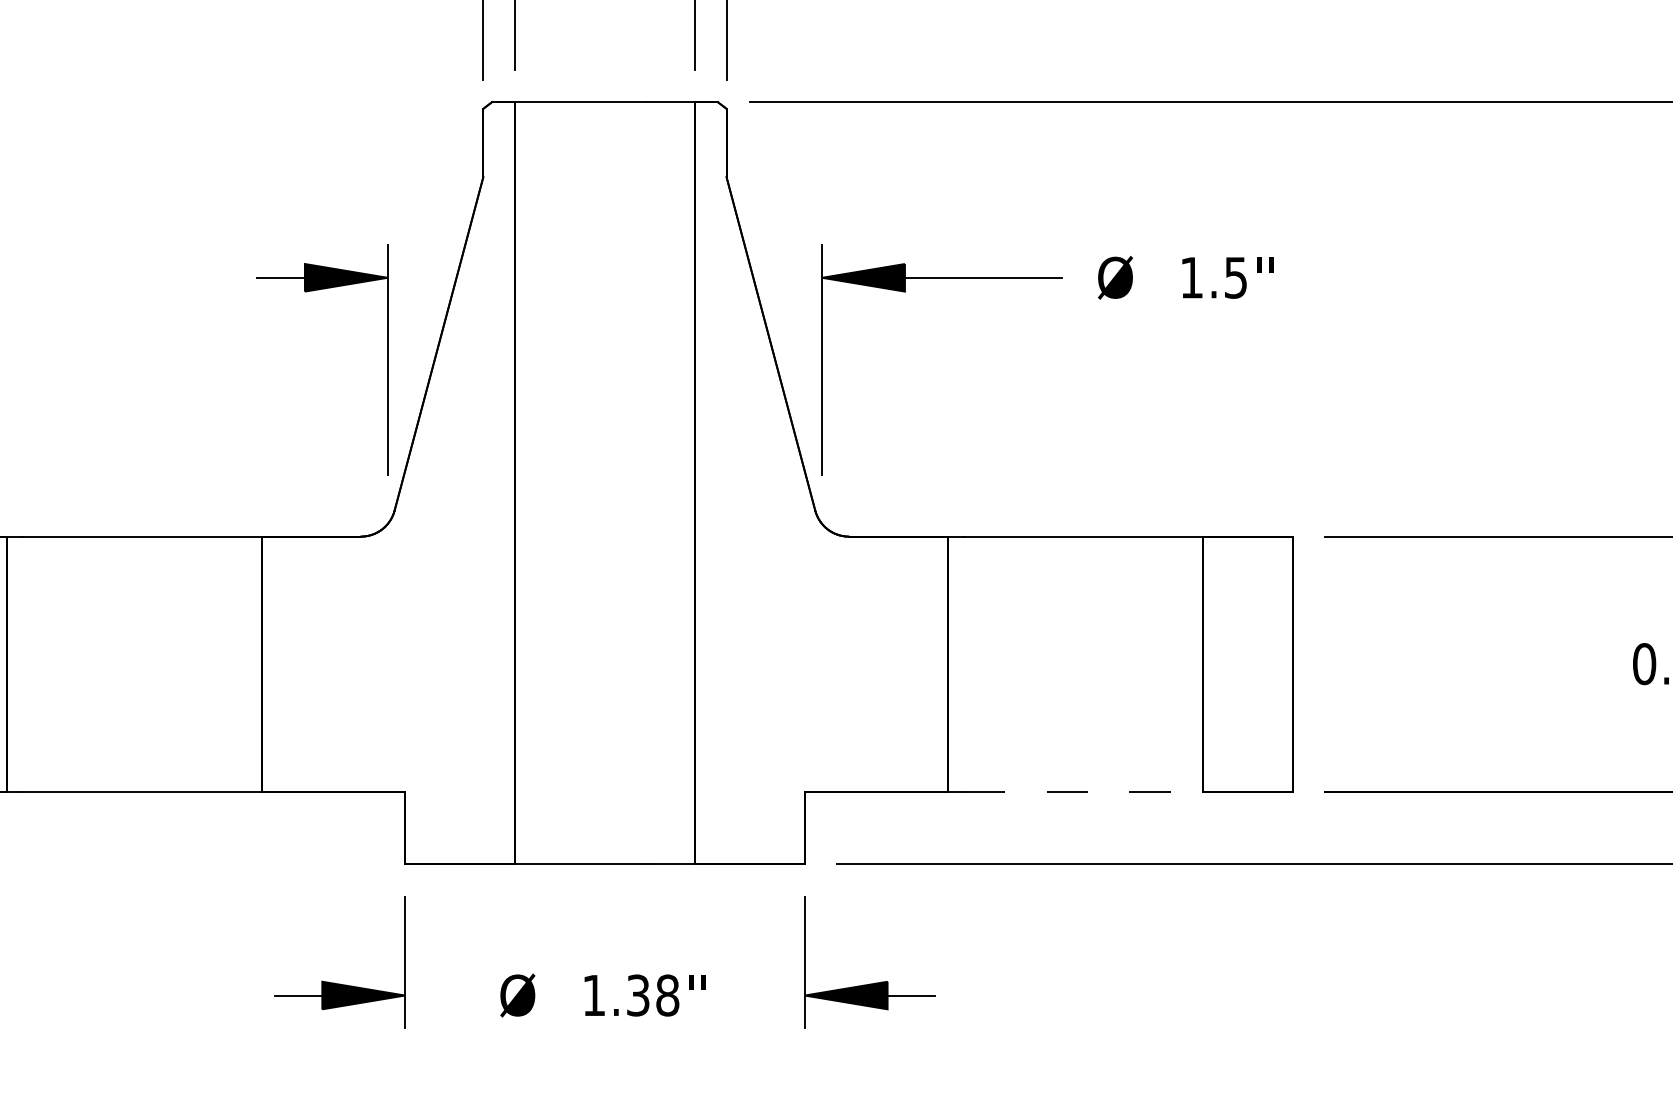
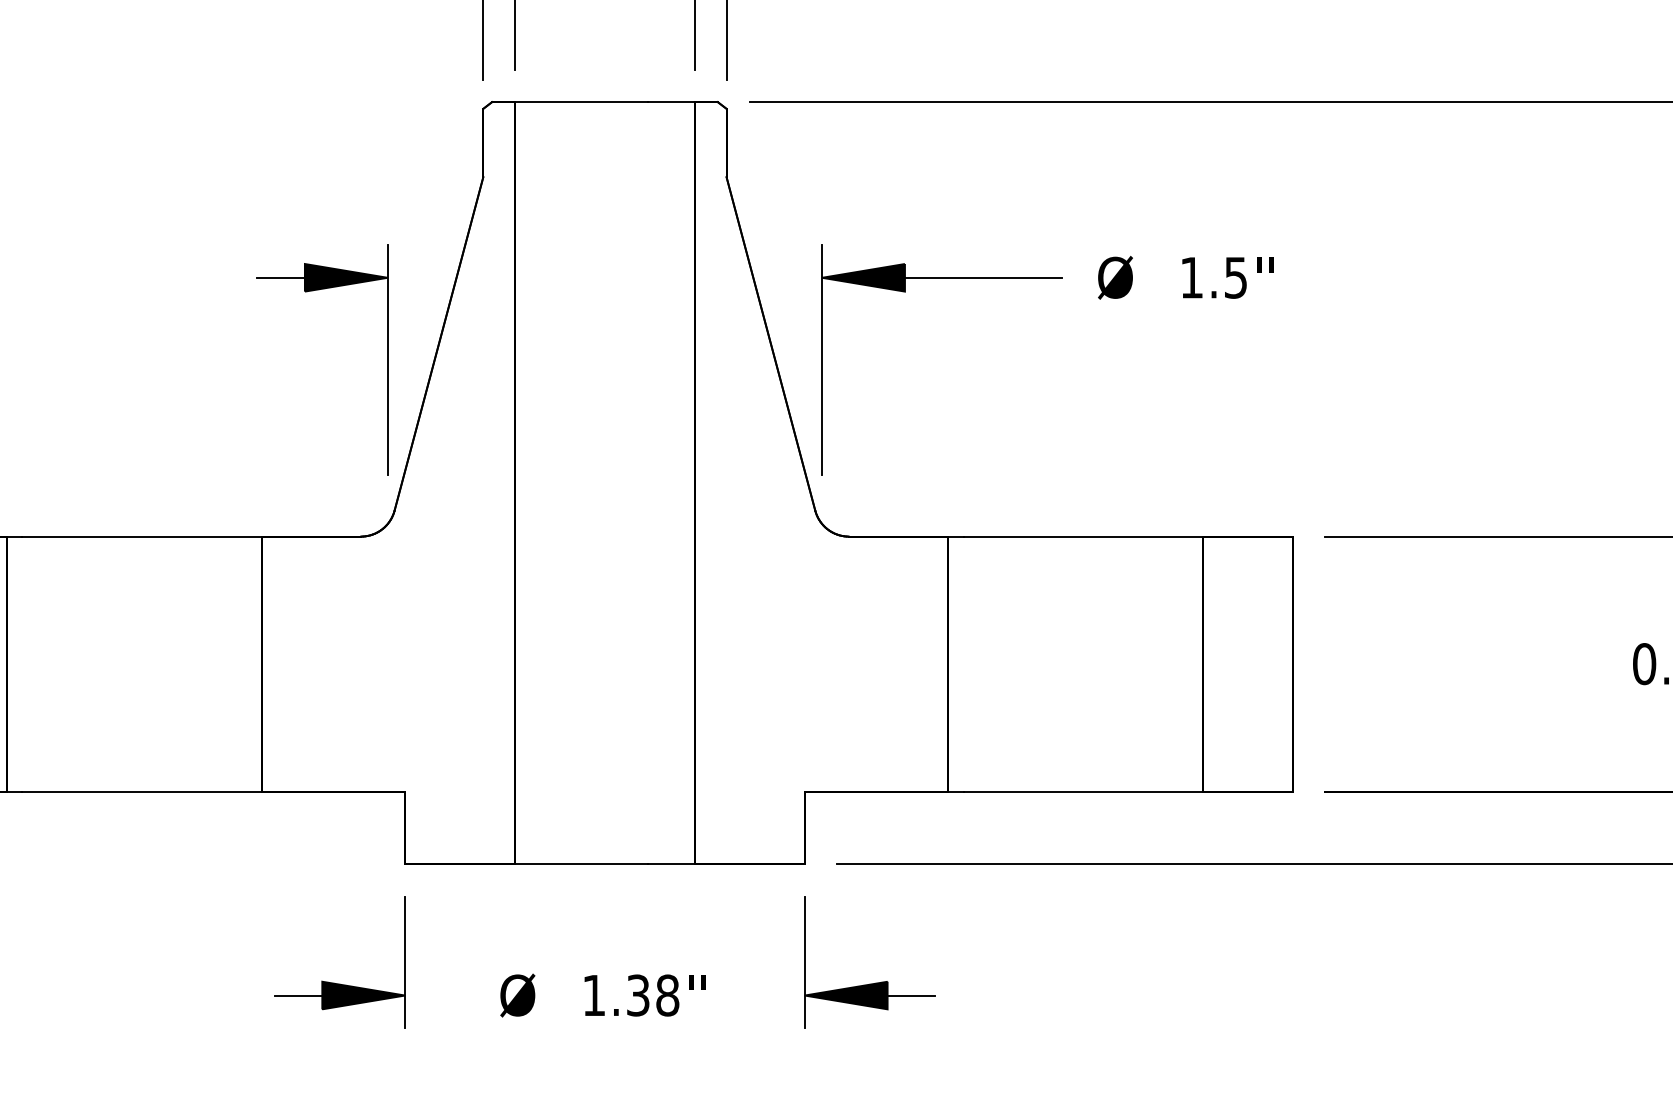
line at (1083, 791): dashed -> solid
